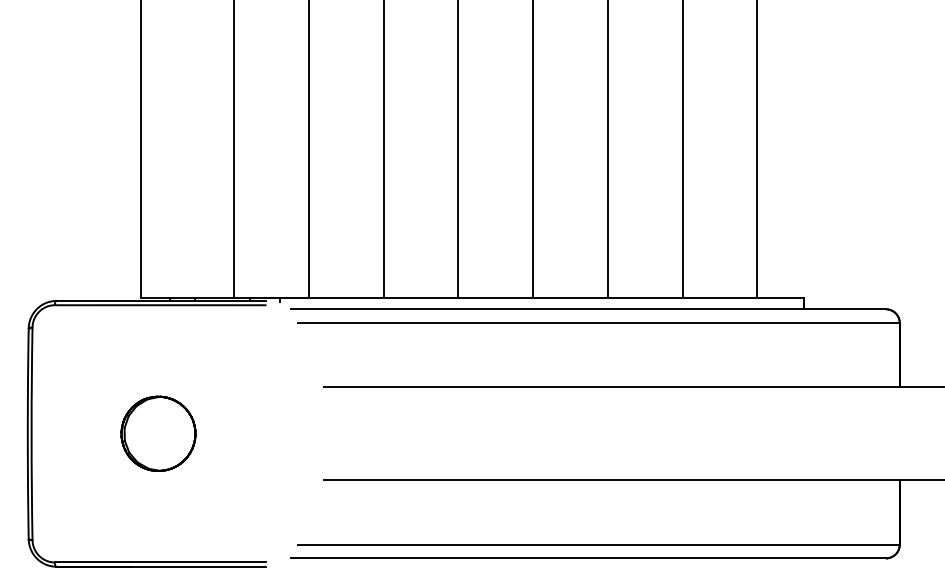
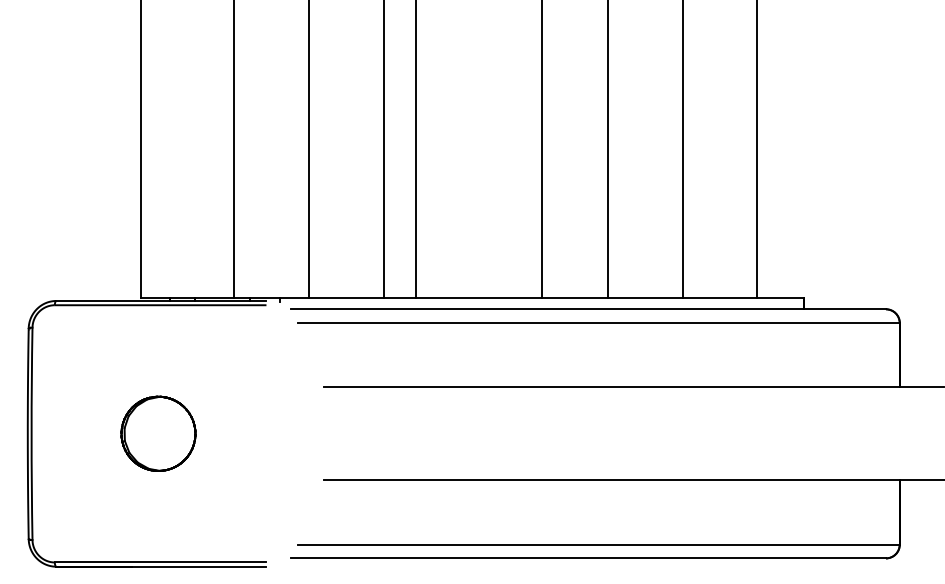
line at (458, 150) position: (458, 150) -> (416, 150)
line at (533, 150) position: (533, 150) -> (542, 150)
